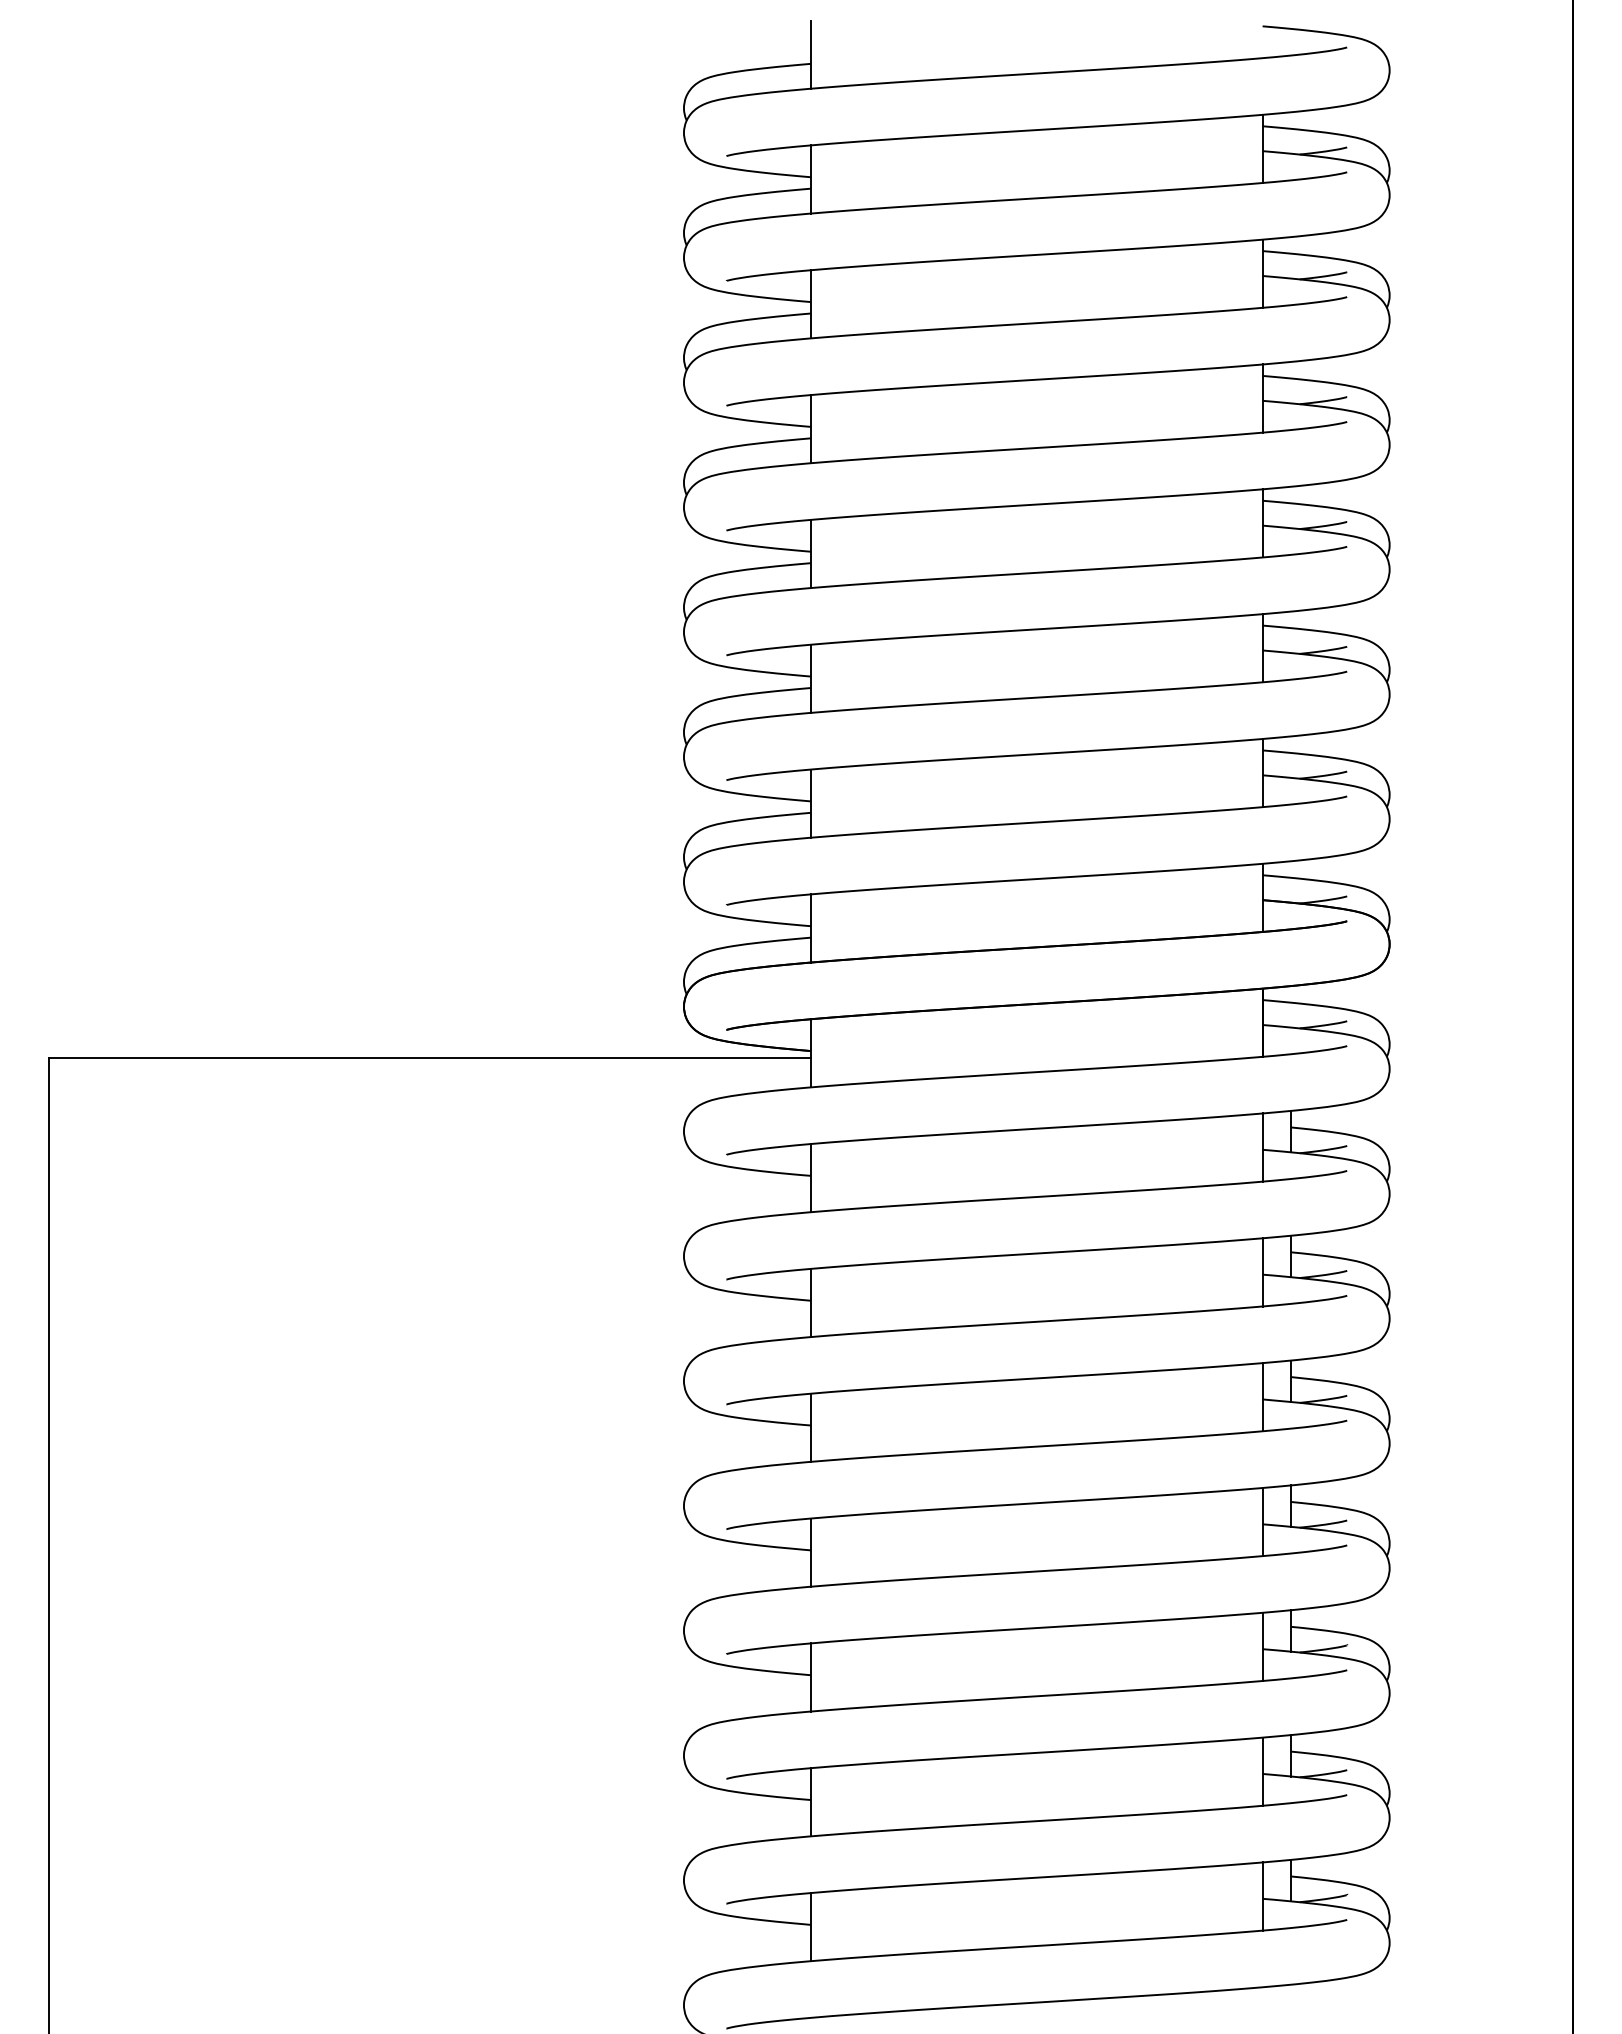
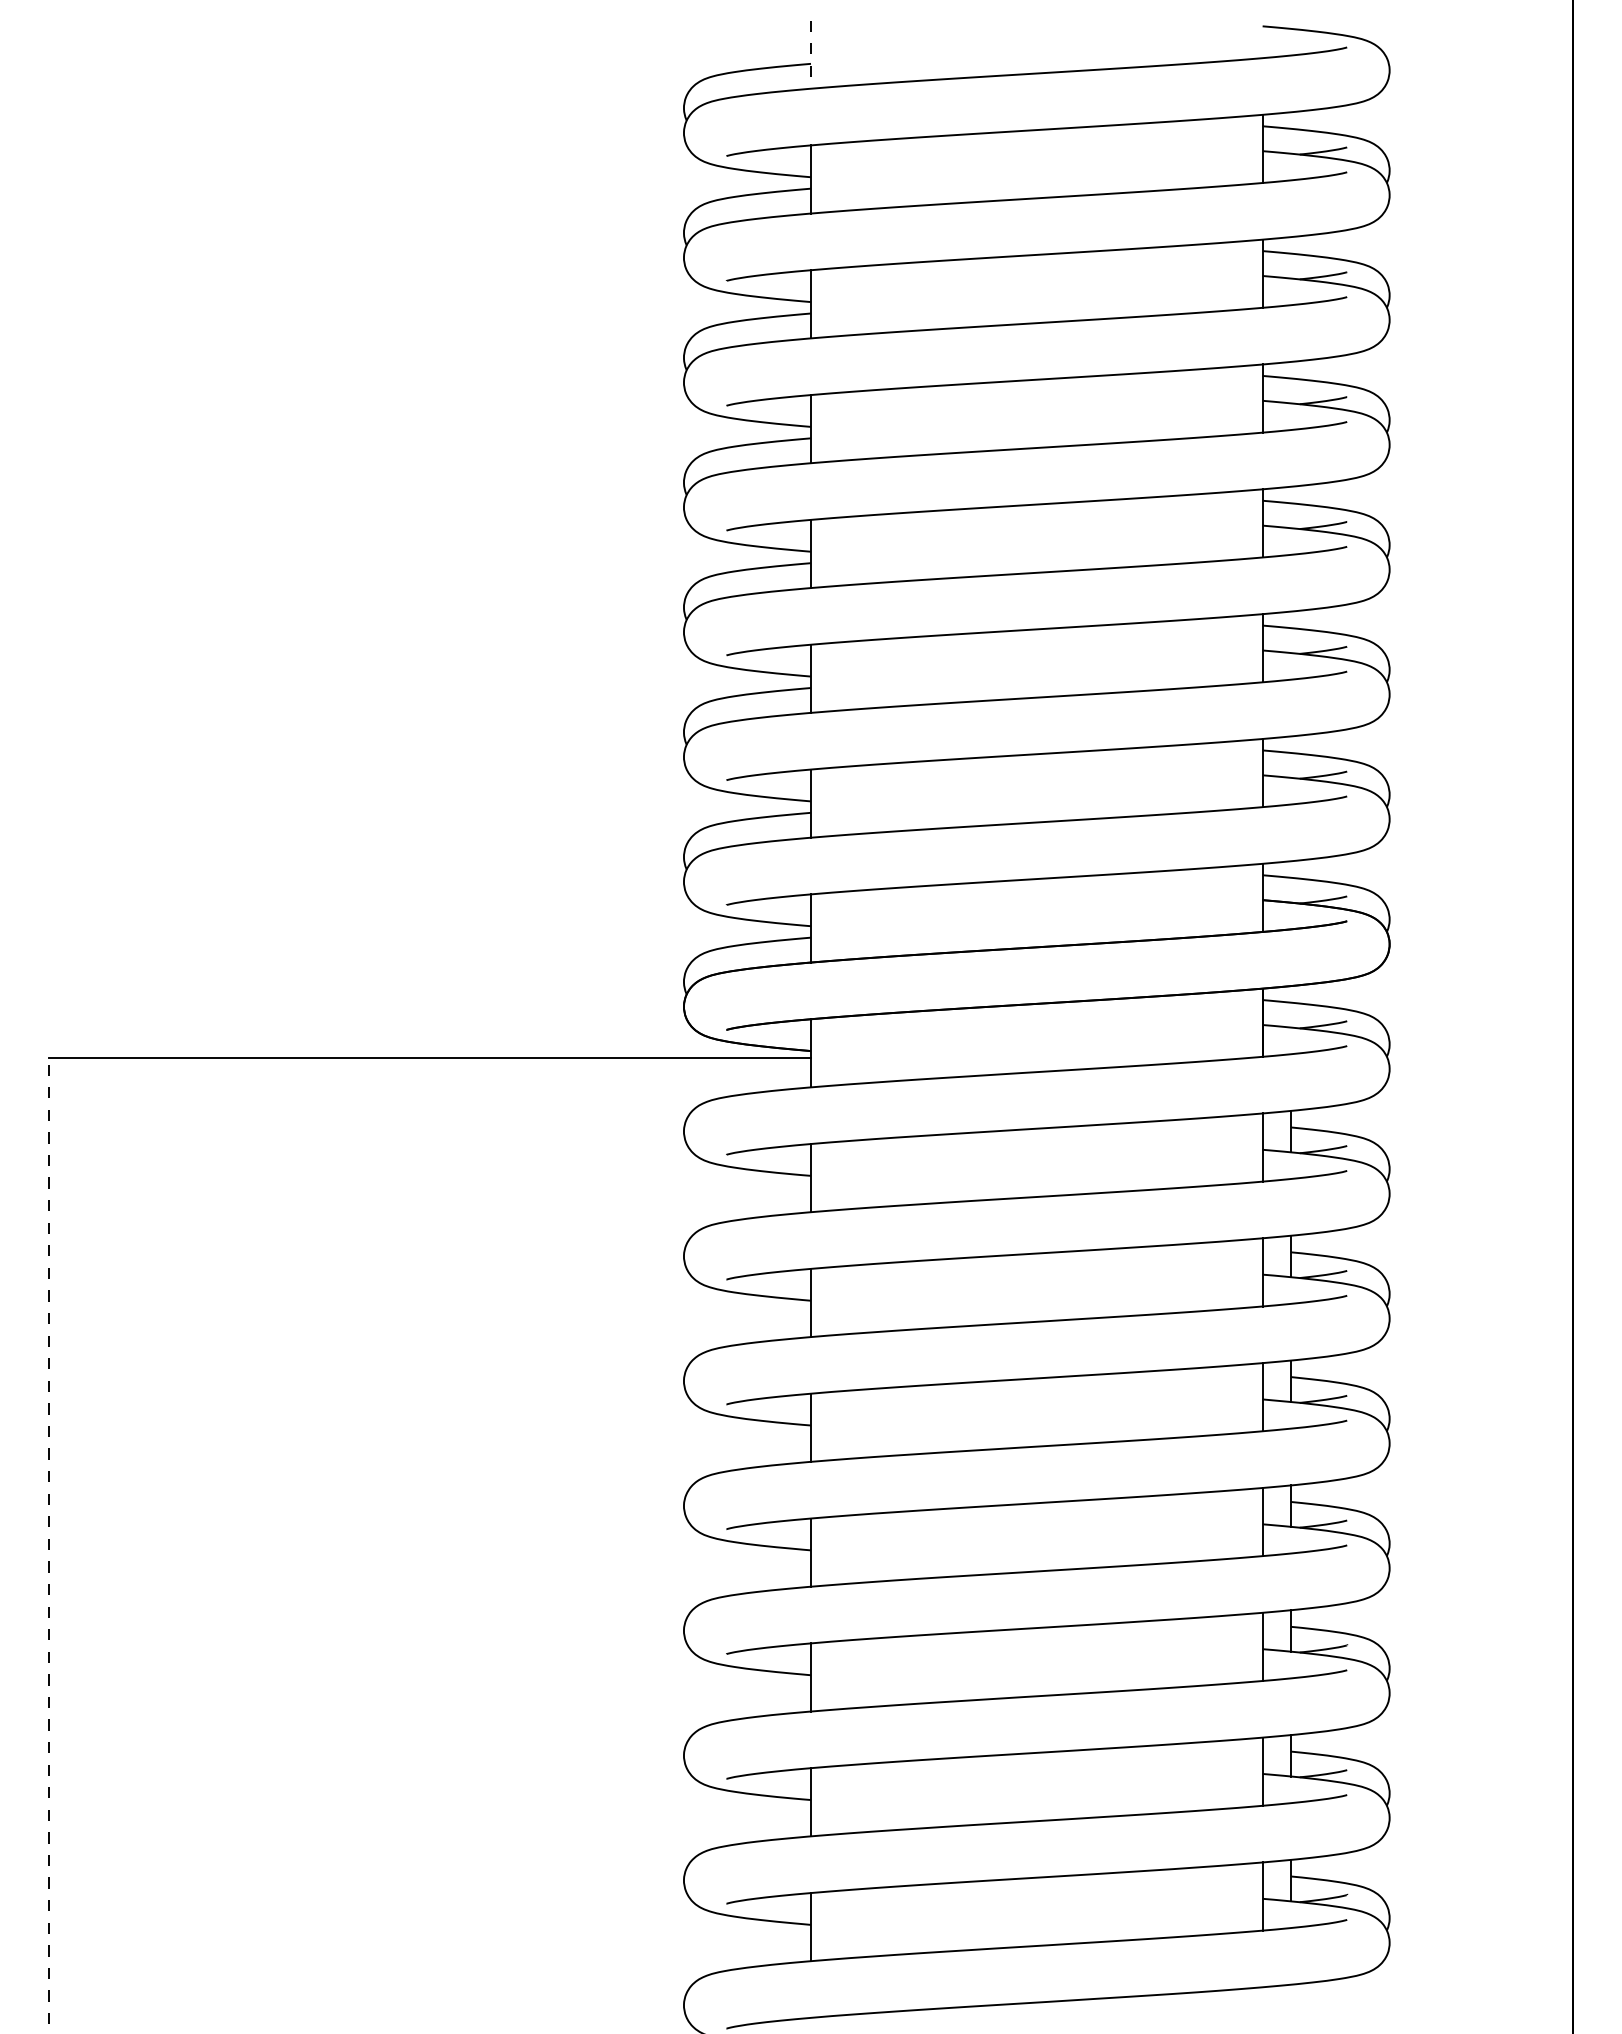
line at (810, 55): solid -> dashed
line at (48, 1545): solid -> dashed
